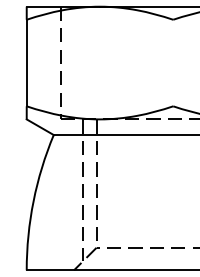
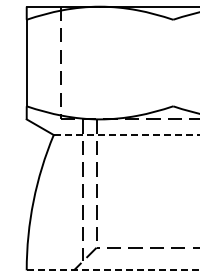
line at (126, 135): solid -> dashed
line at (113, 270): solid -> dashed
